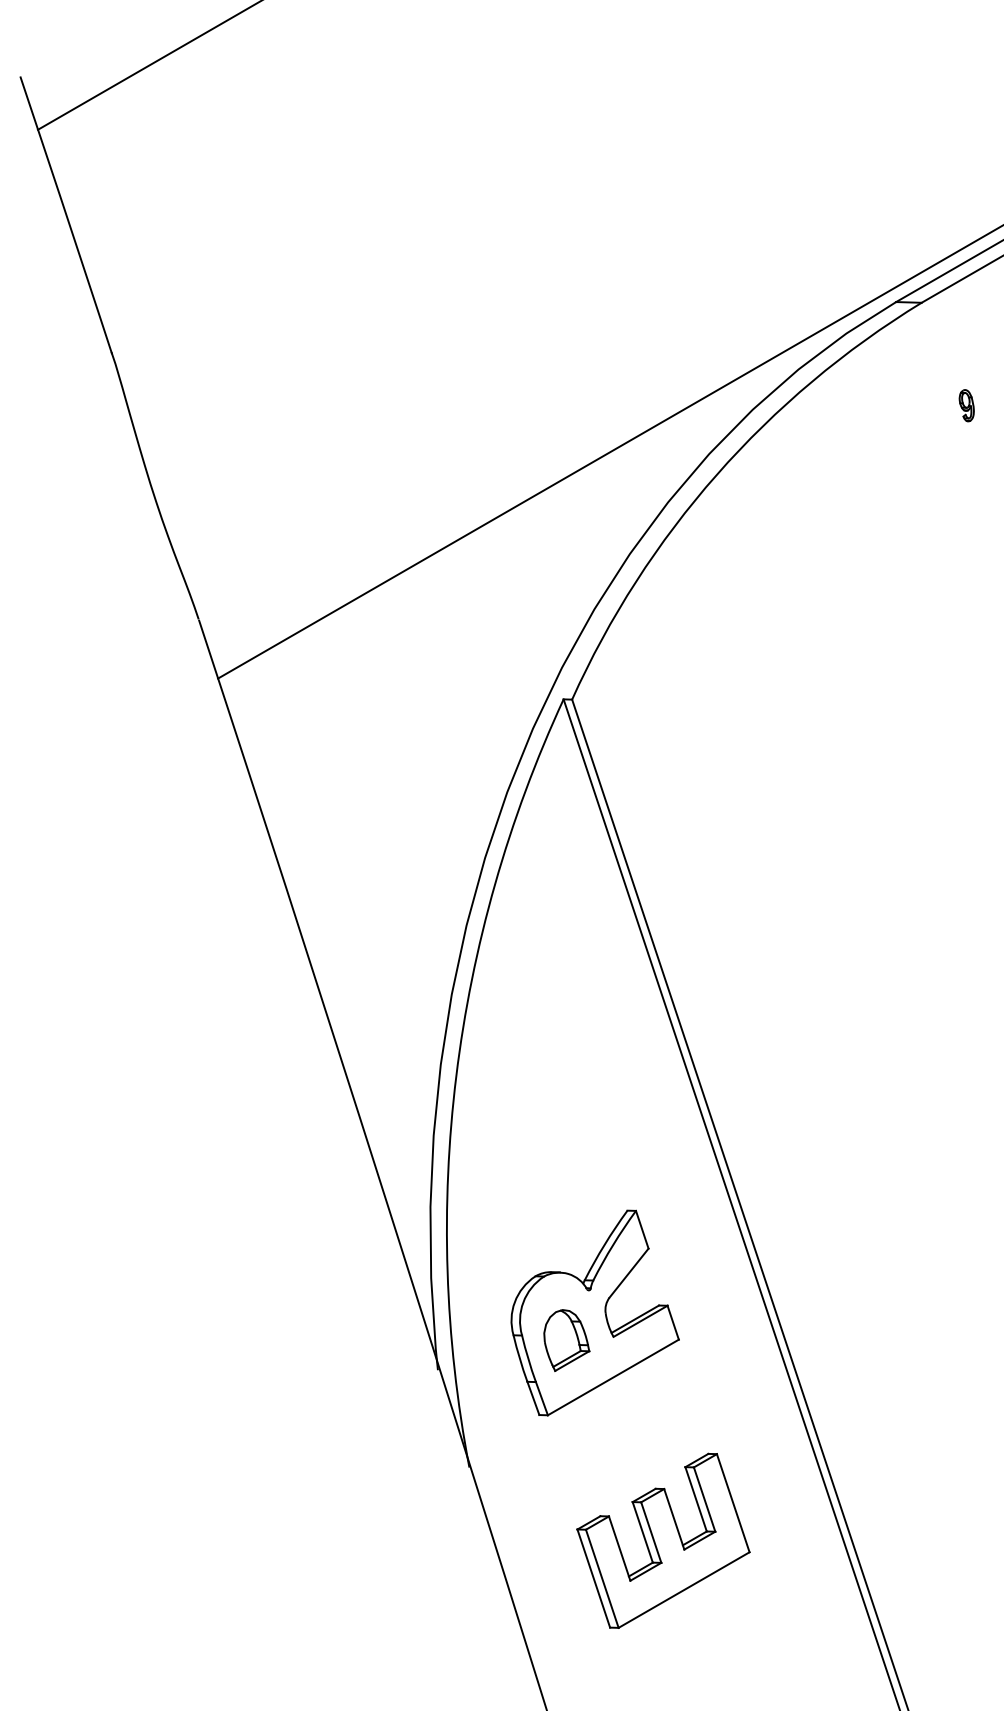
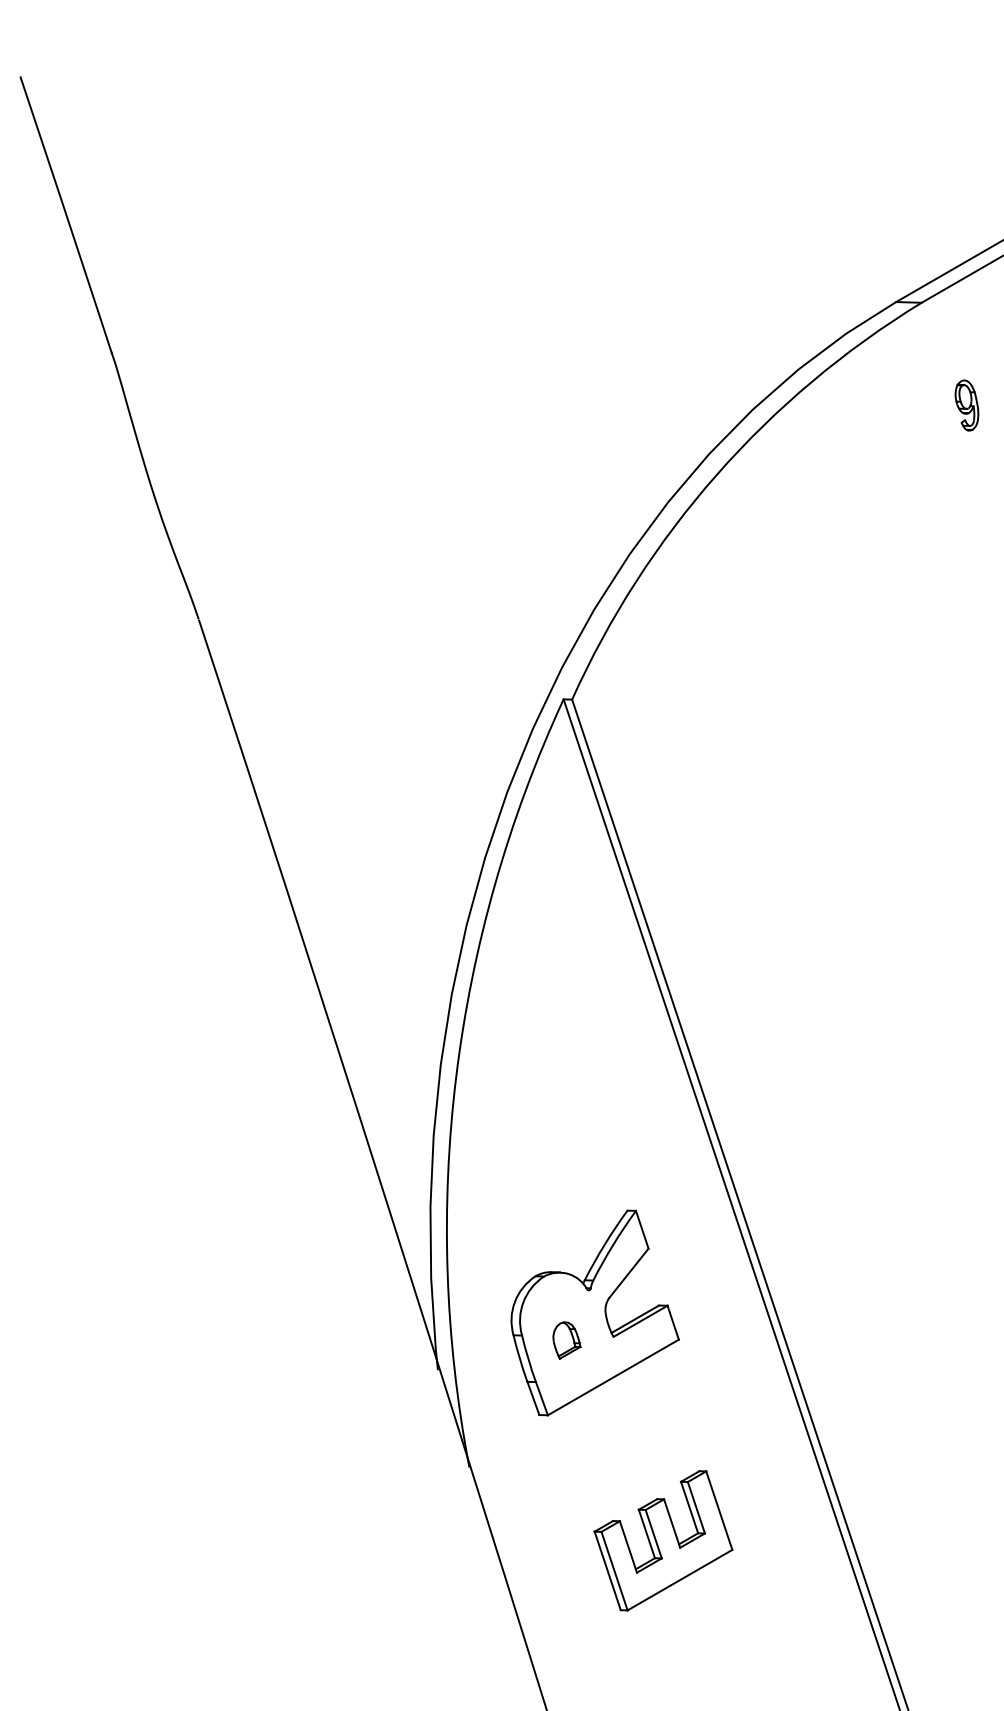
line at (147, 65): present -> none
part at (966, 405) size: 17x34 px -> 26x53 px
line at (609, 452): present -> none
part at (566, 1340) size: 48x63 px -> 30x39 px
part at (663, 1540) size: 175x177 px -> 141x142 px
